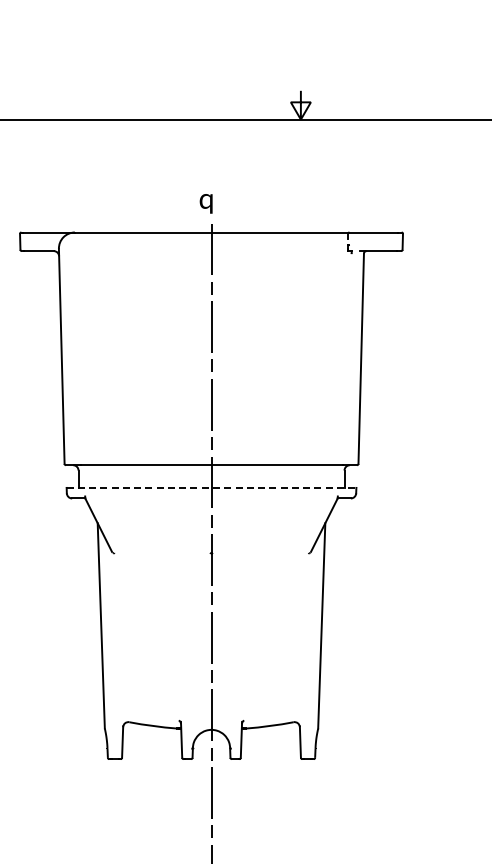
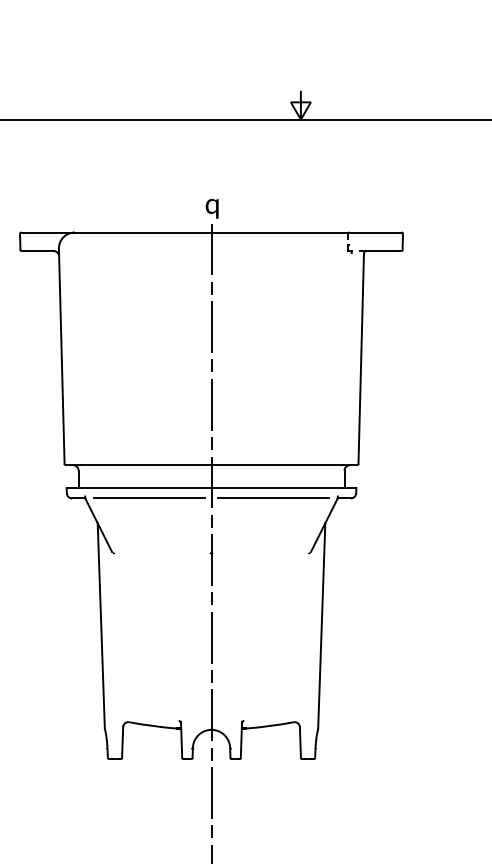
text at (205, 203) position: (205, 203) -> (211, 208)
line at (211, 487): dashed -> solid
line at (149, 498): none -> present
line at (273, 498): none -> present
